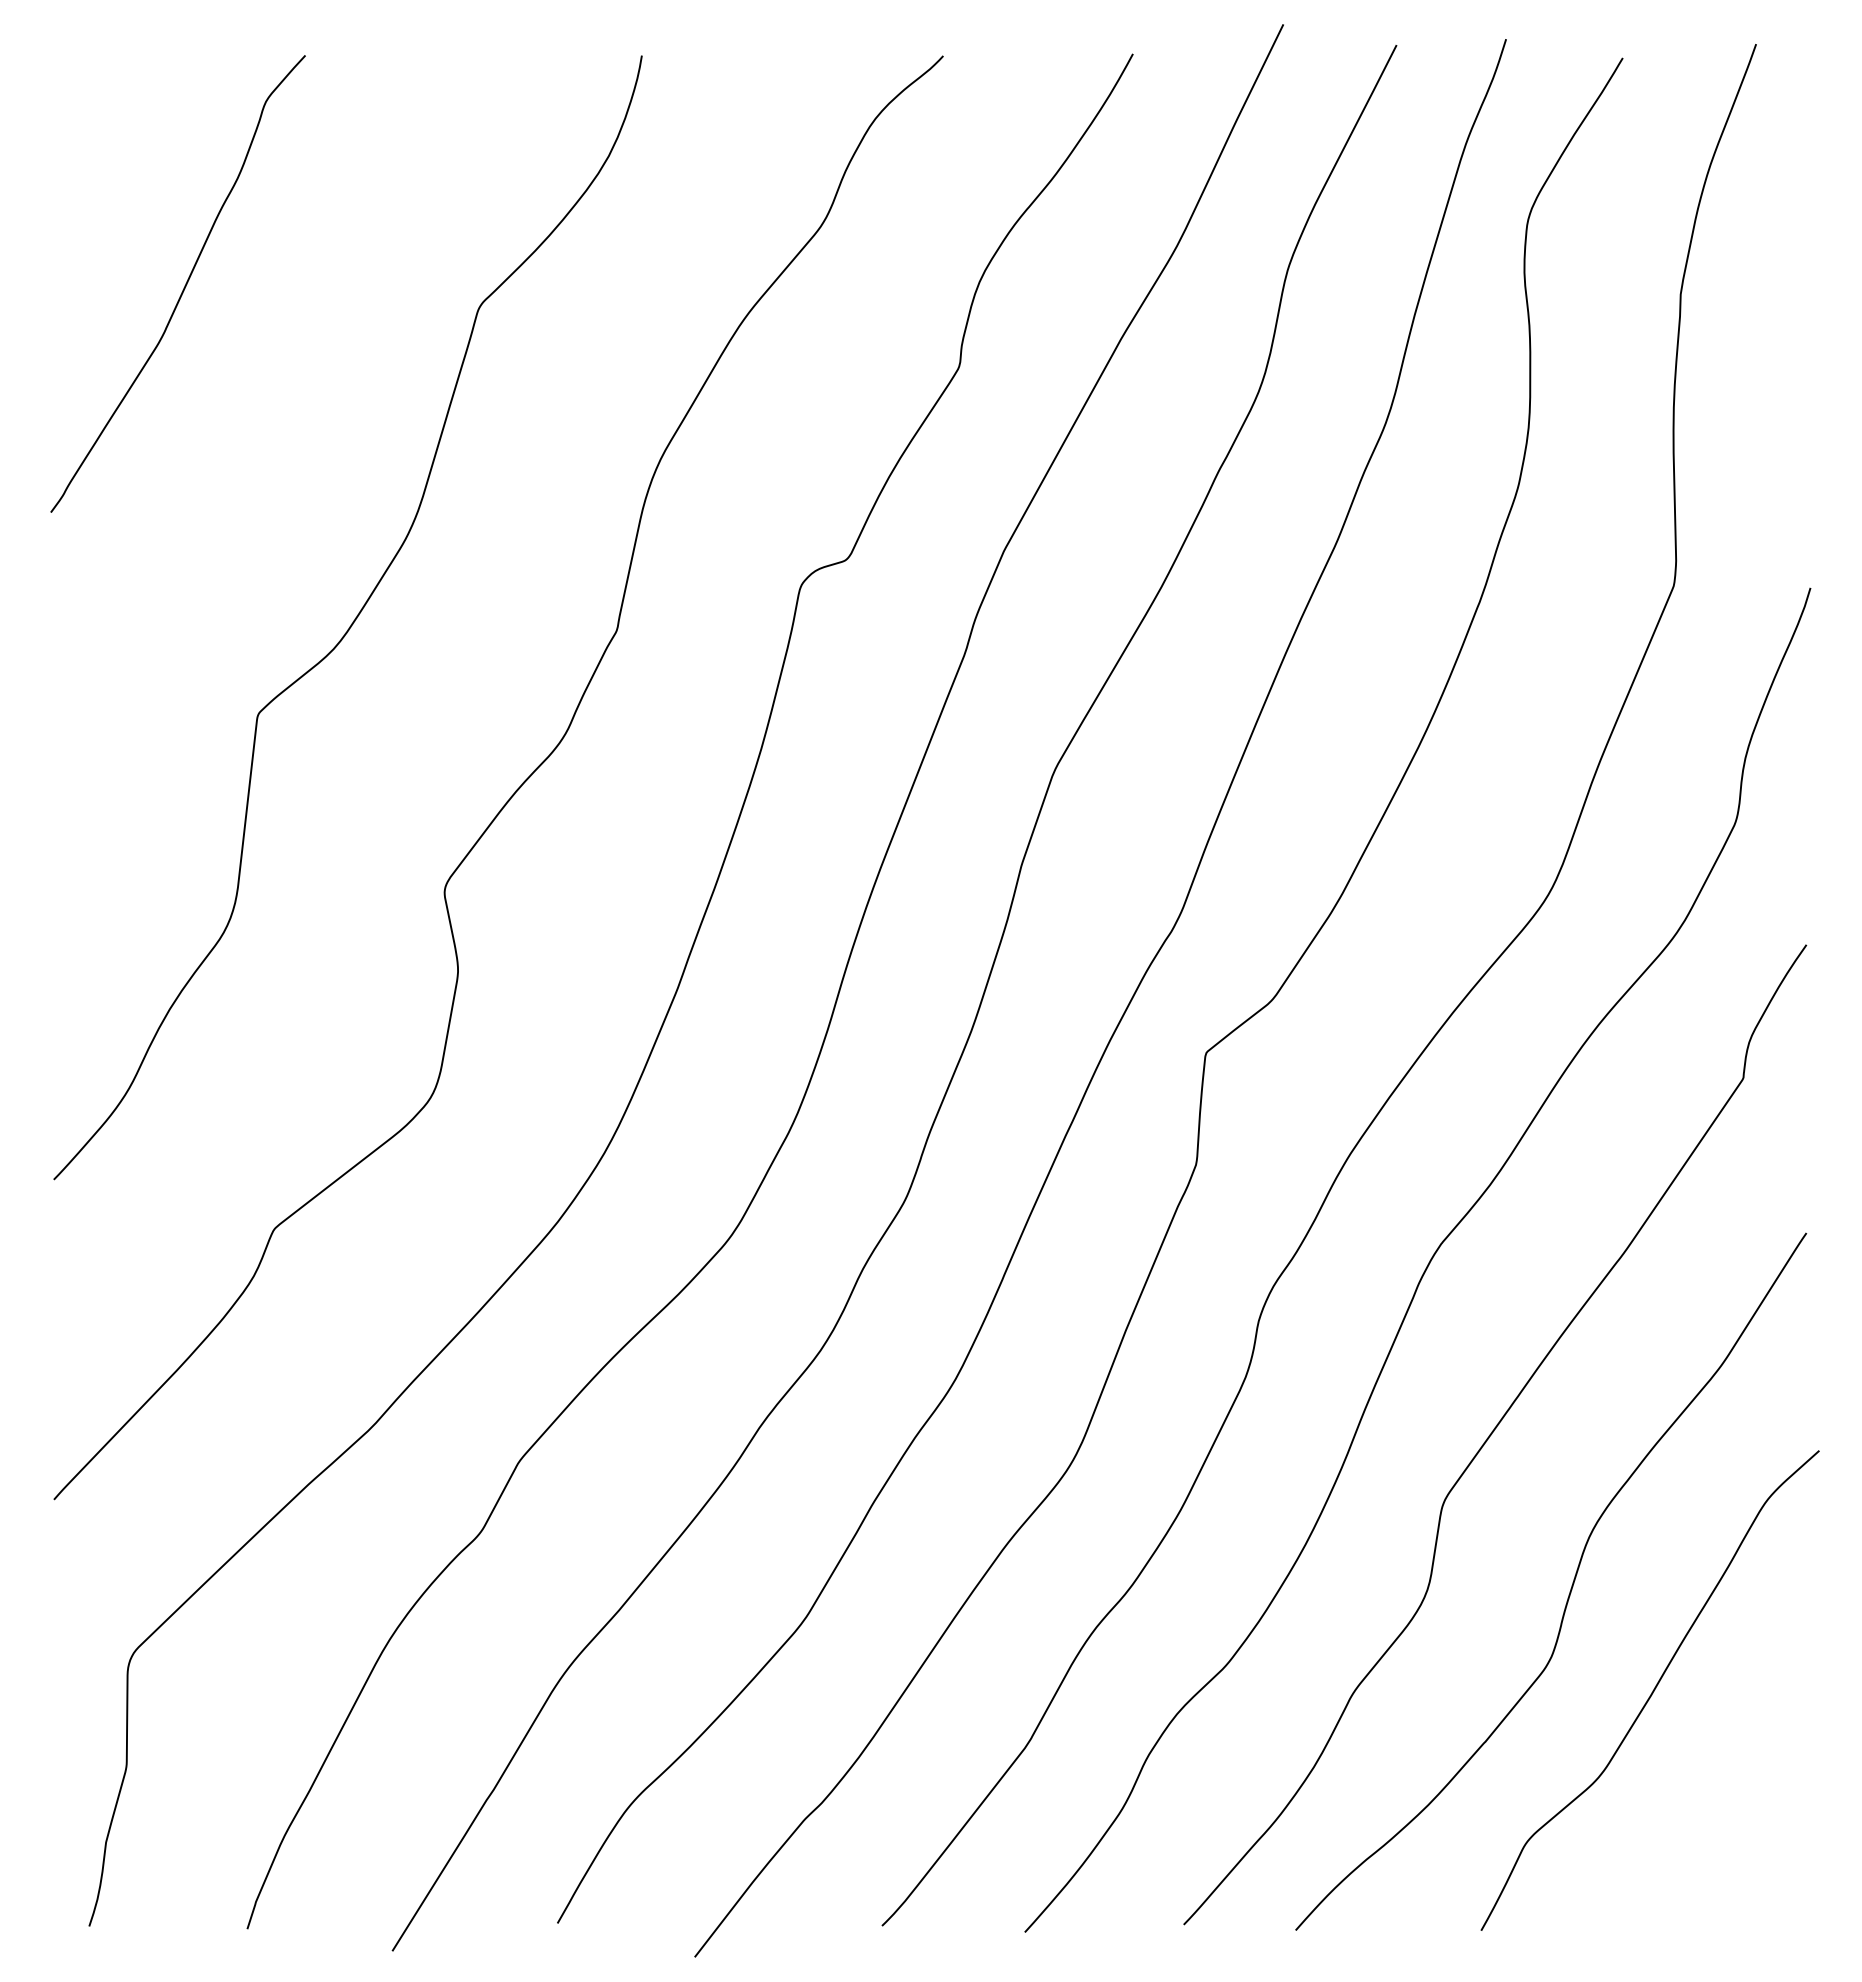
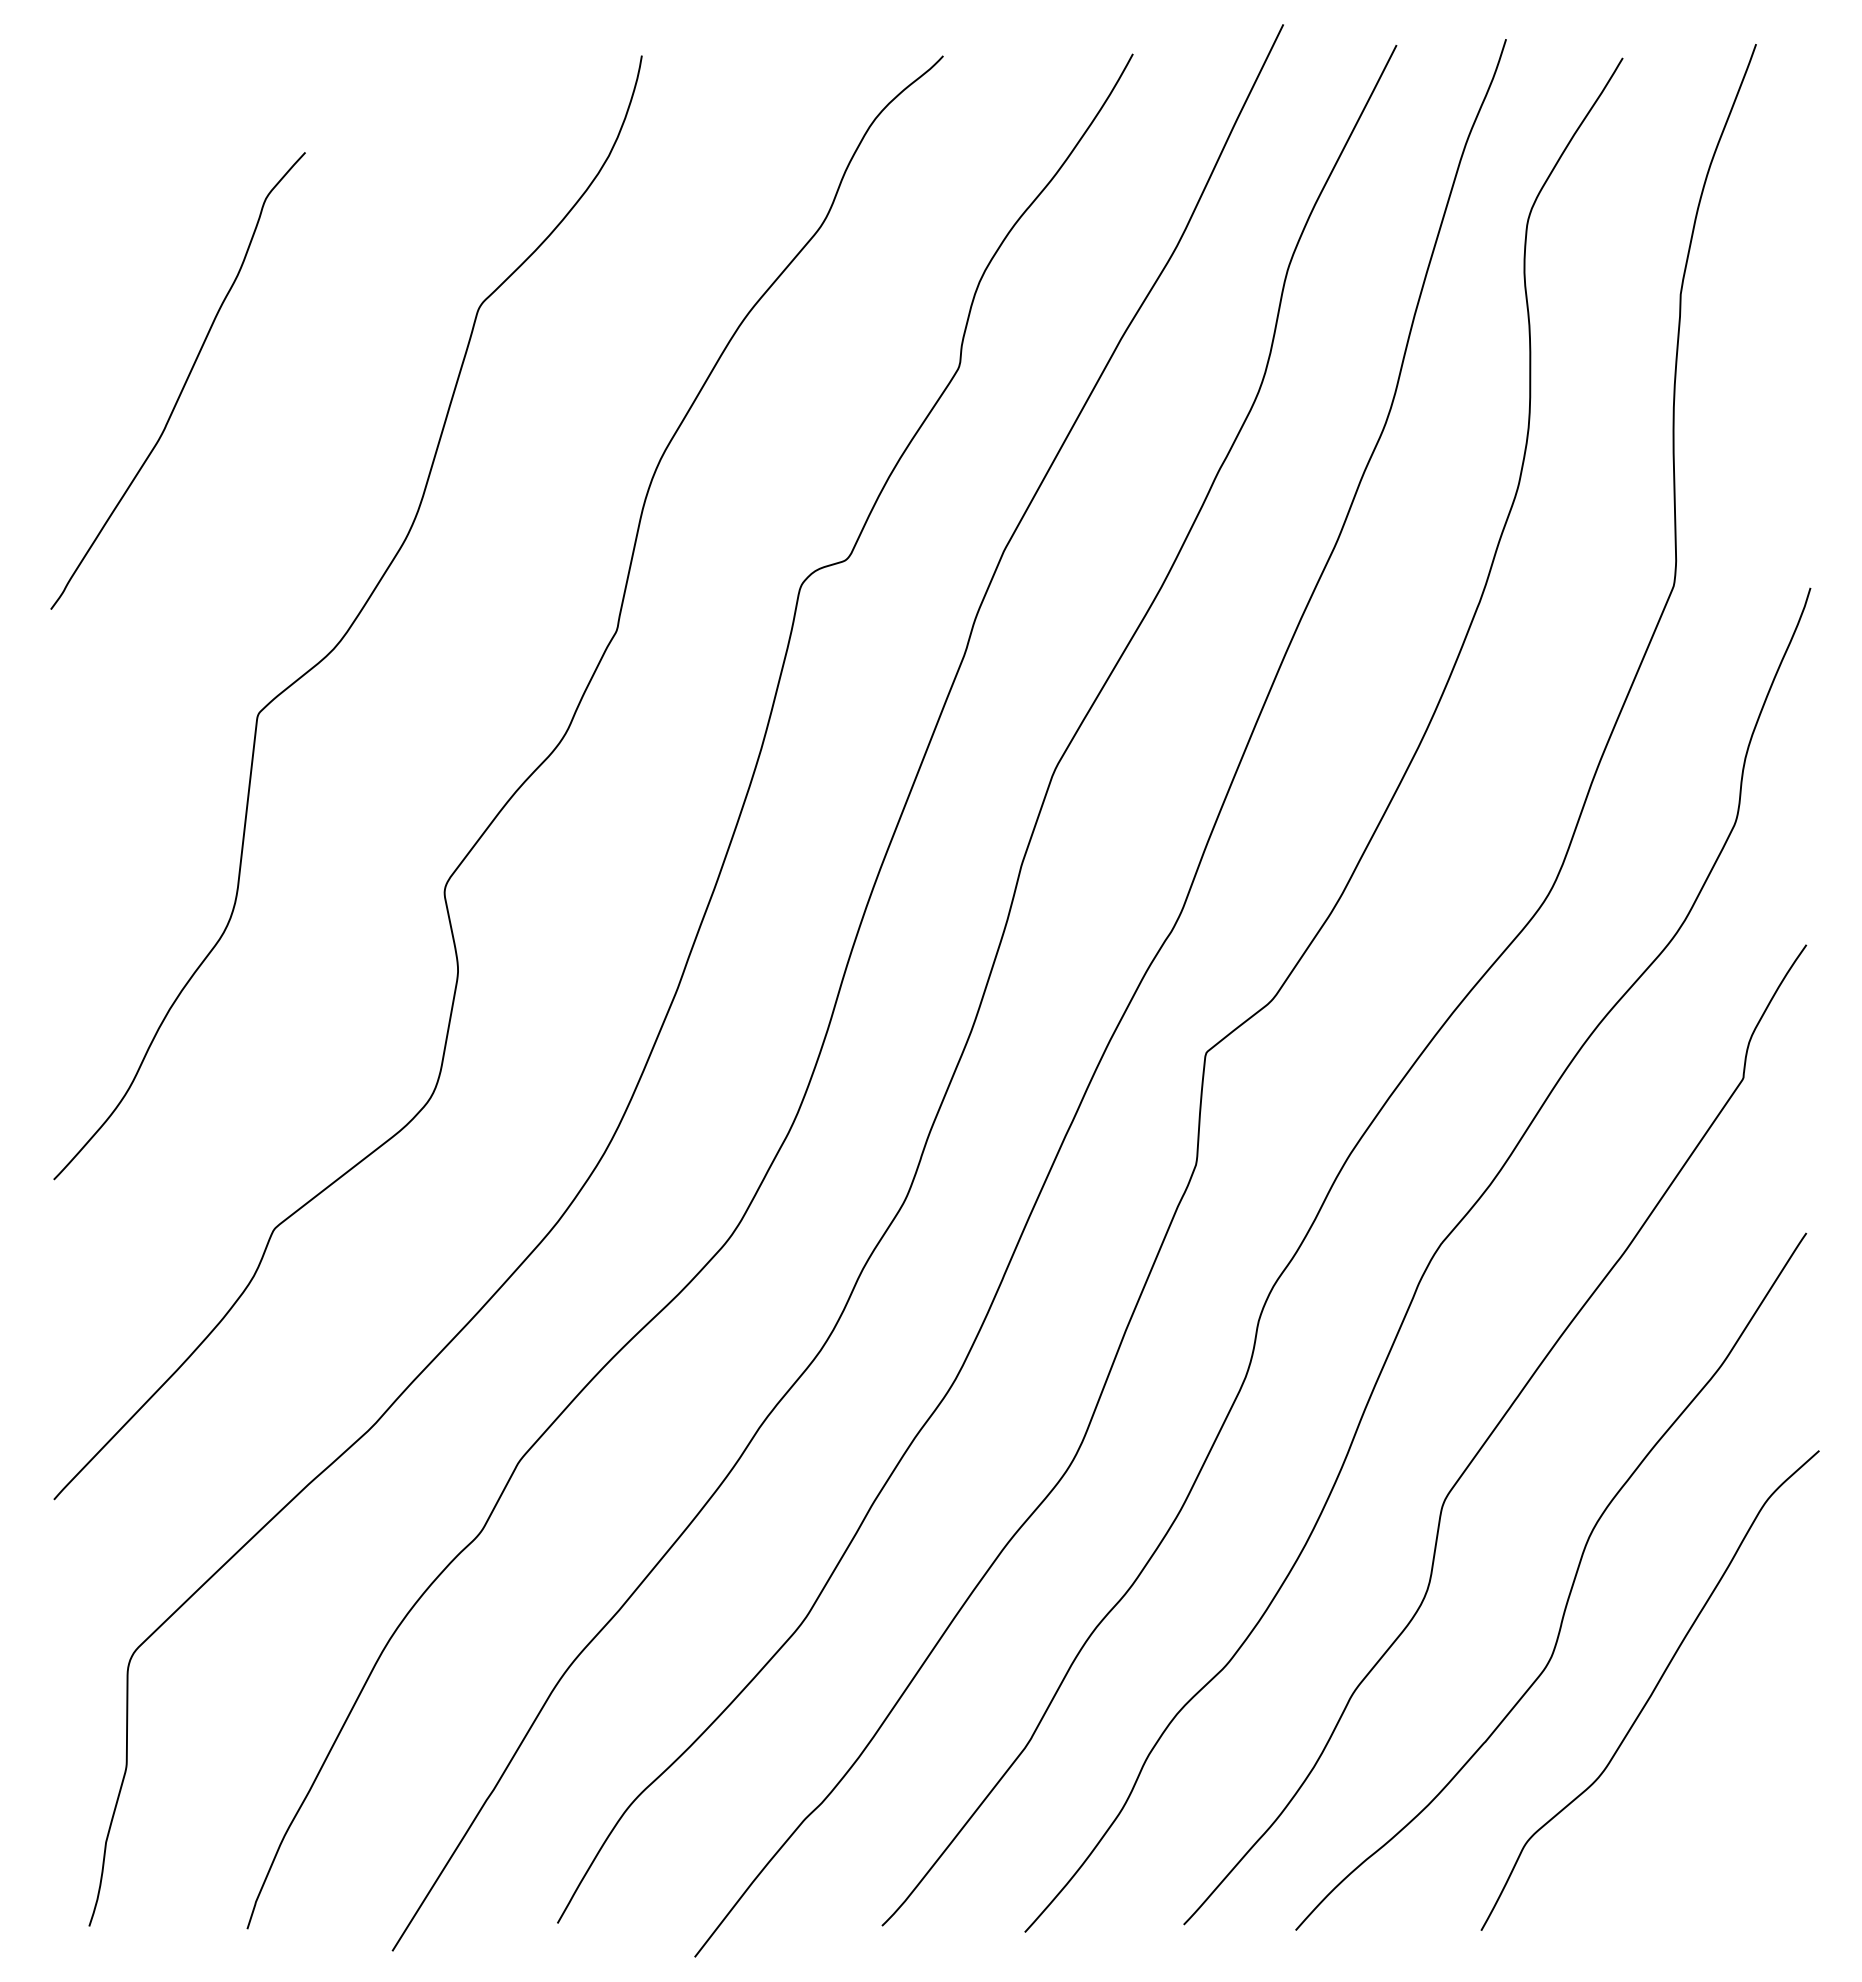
curve at (183, 287) position: (183, 287) -> (183, 384)
